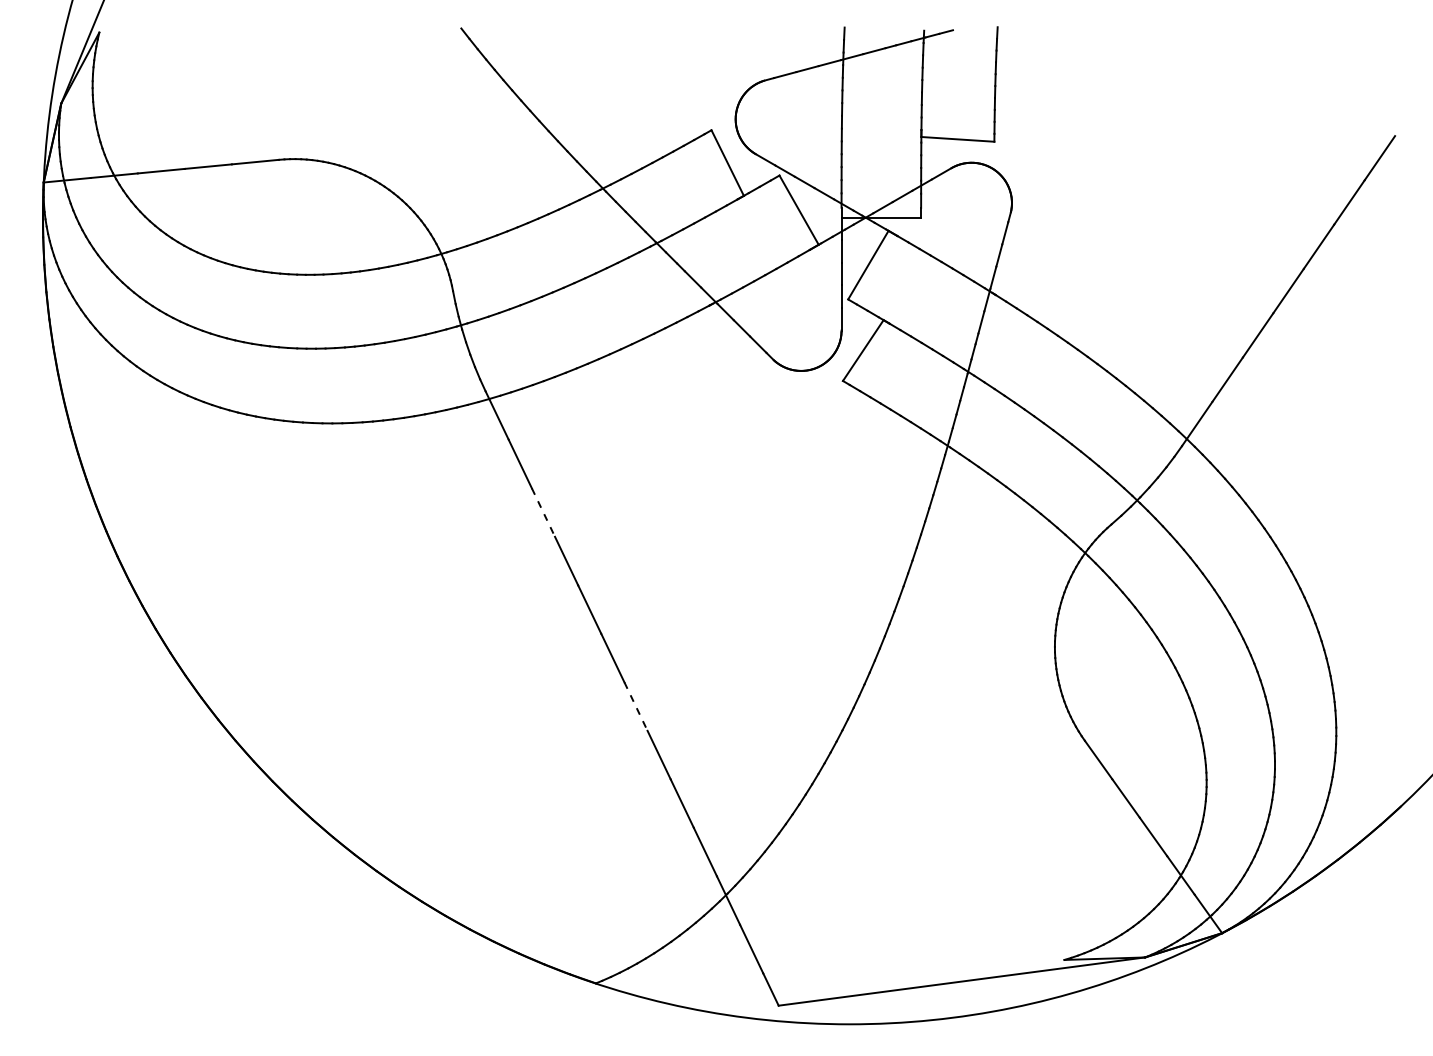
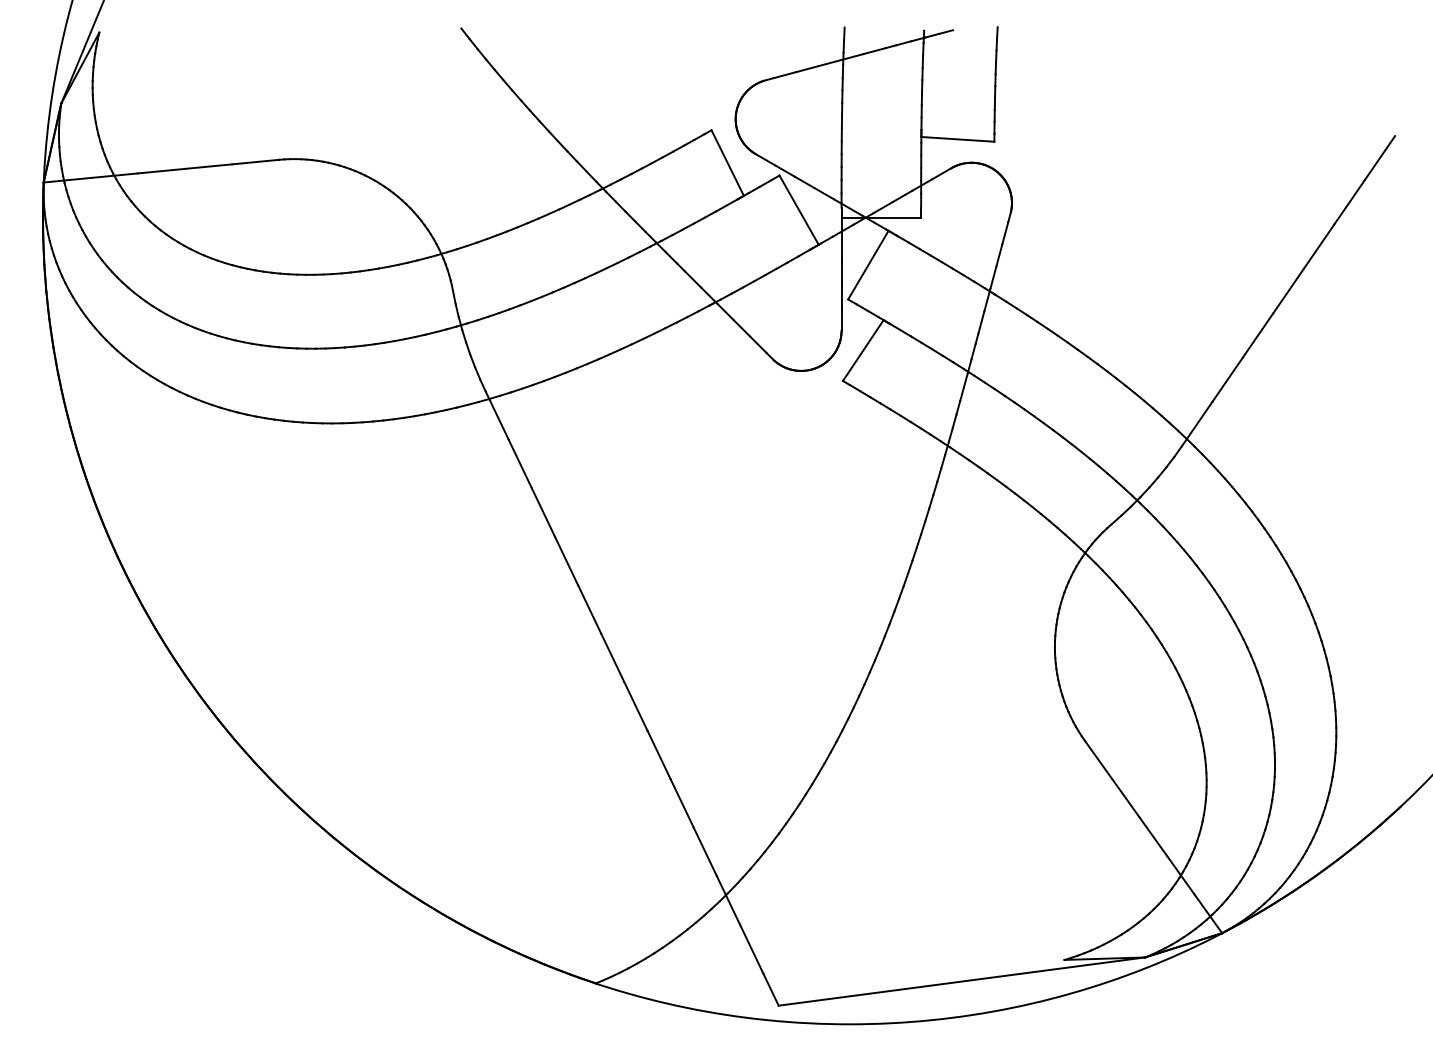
line at (543, 512): dashed -> solid
line at (635, 706): dashed -> solid
